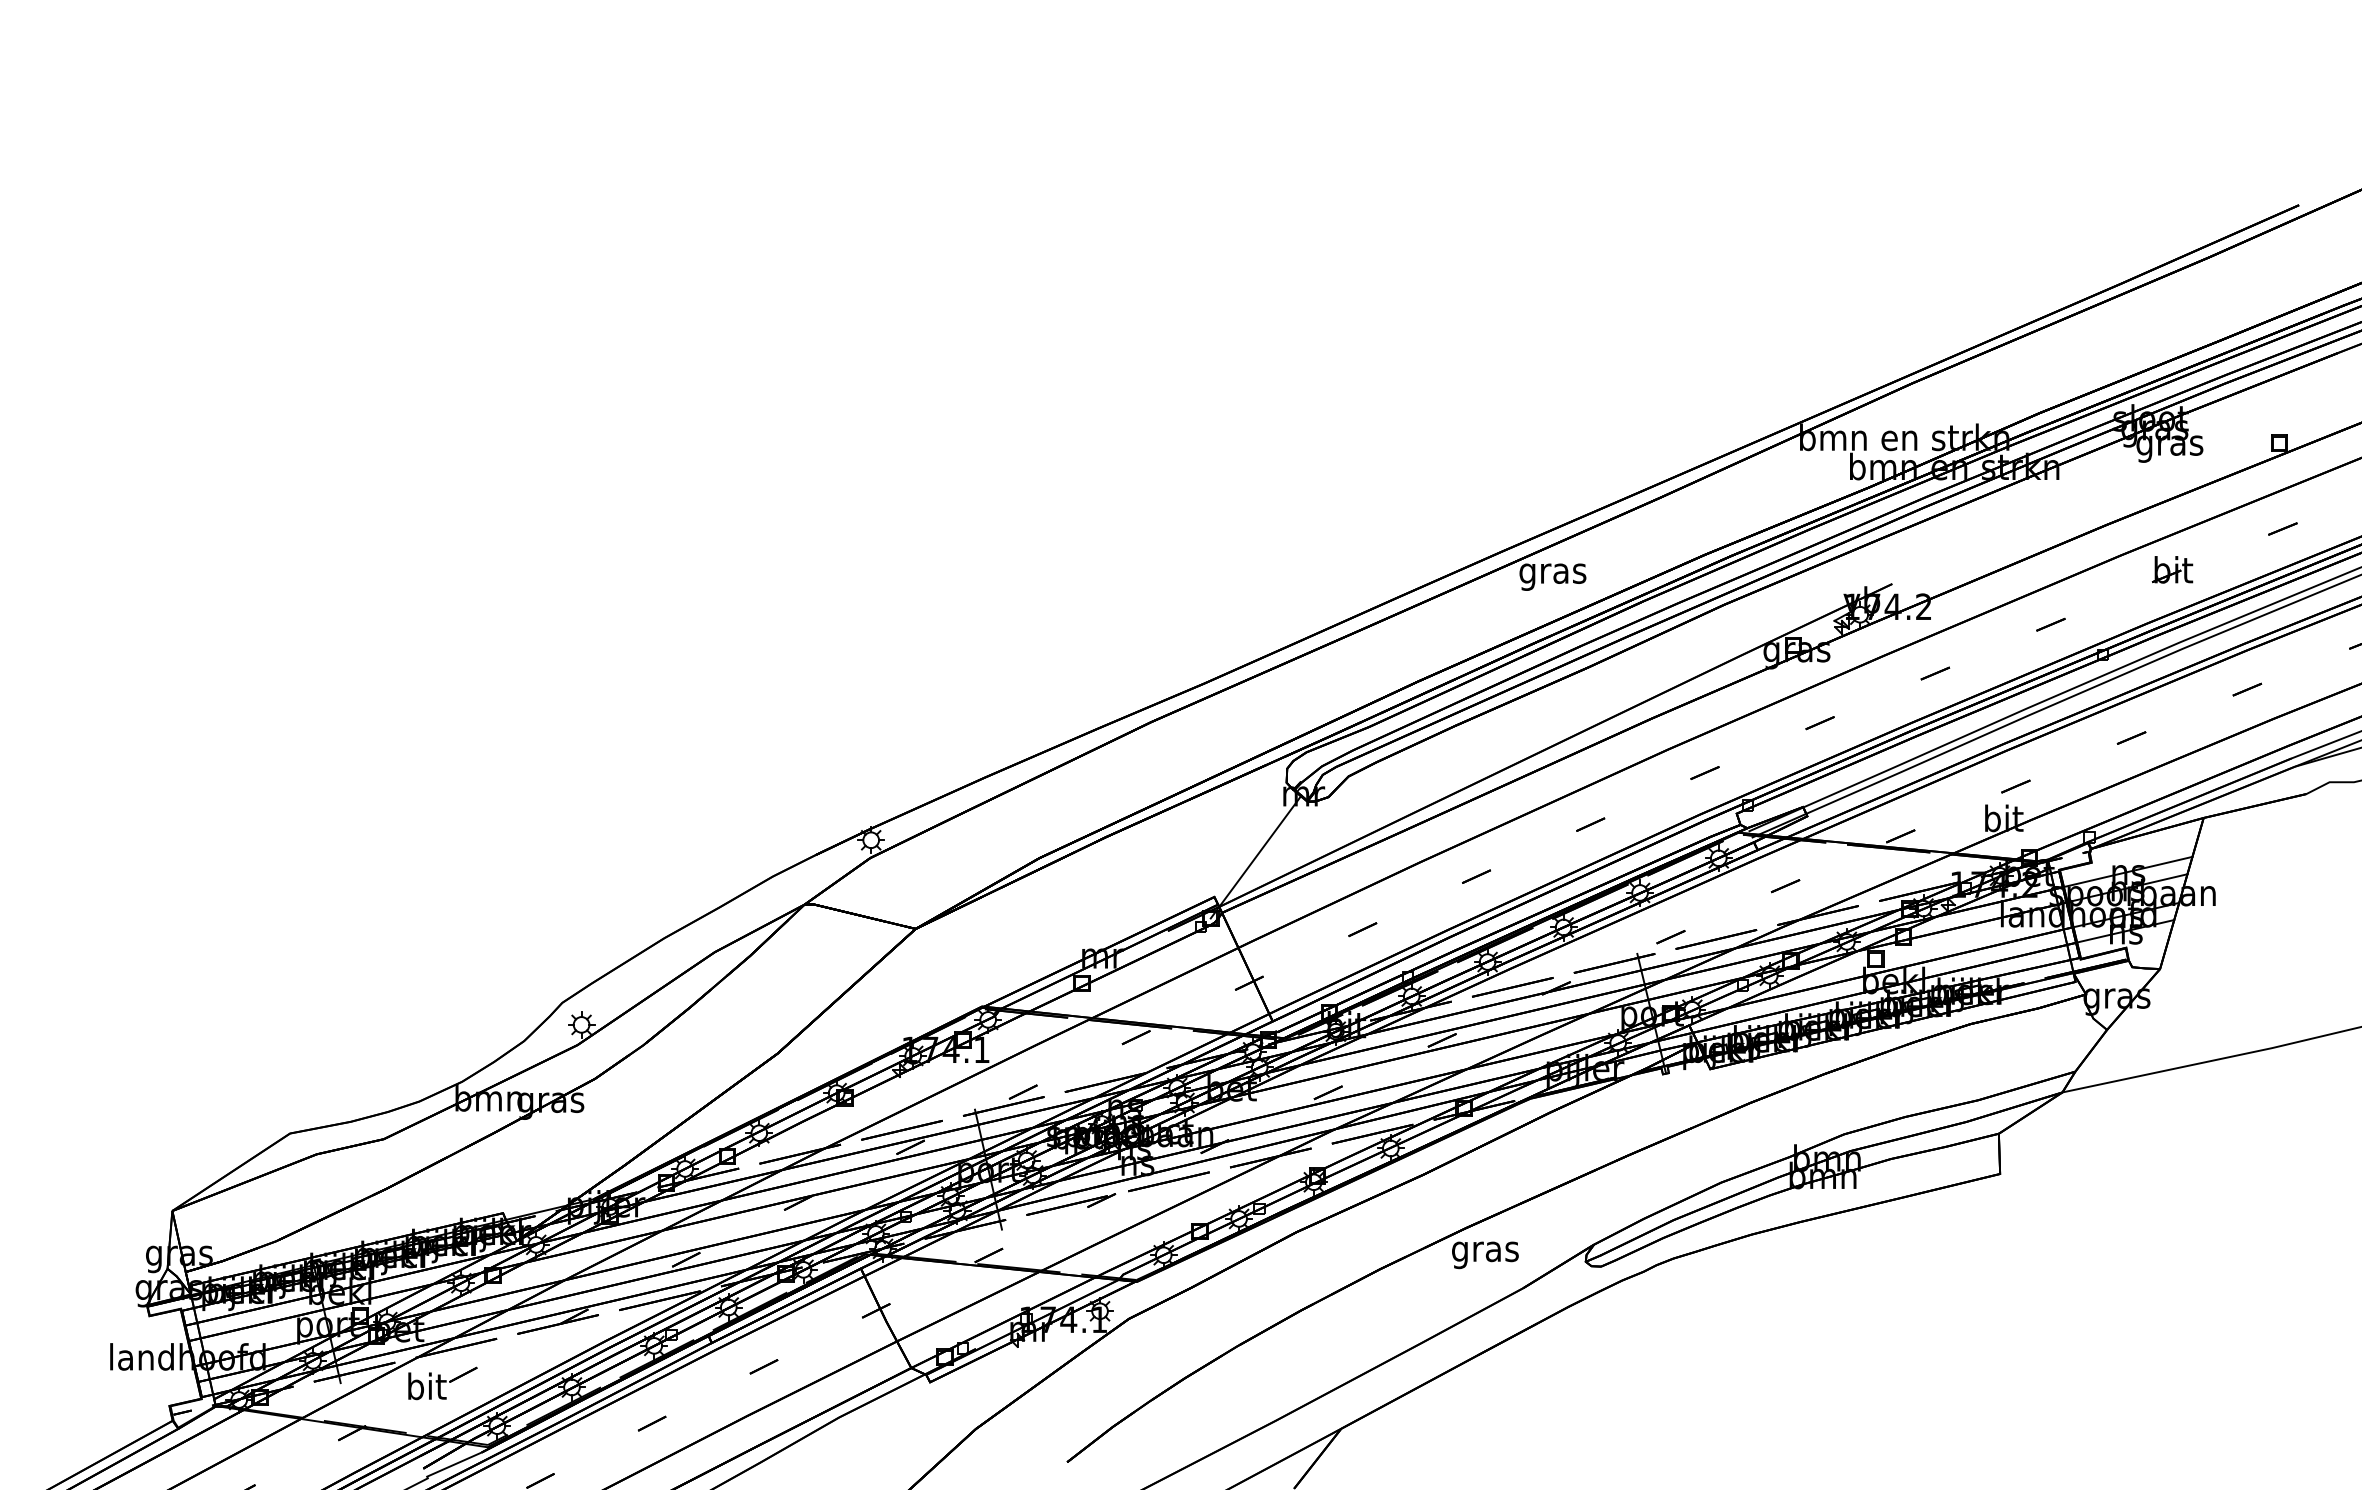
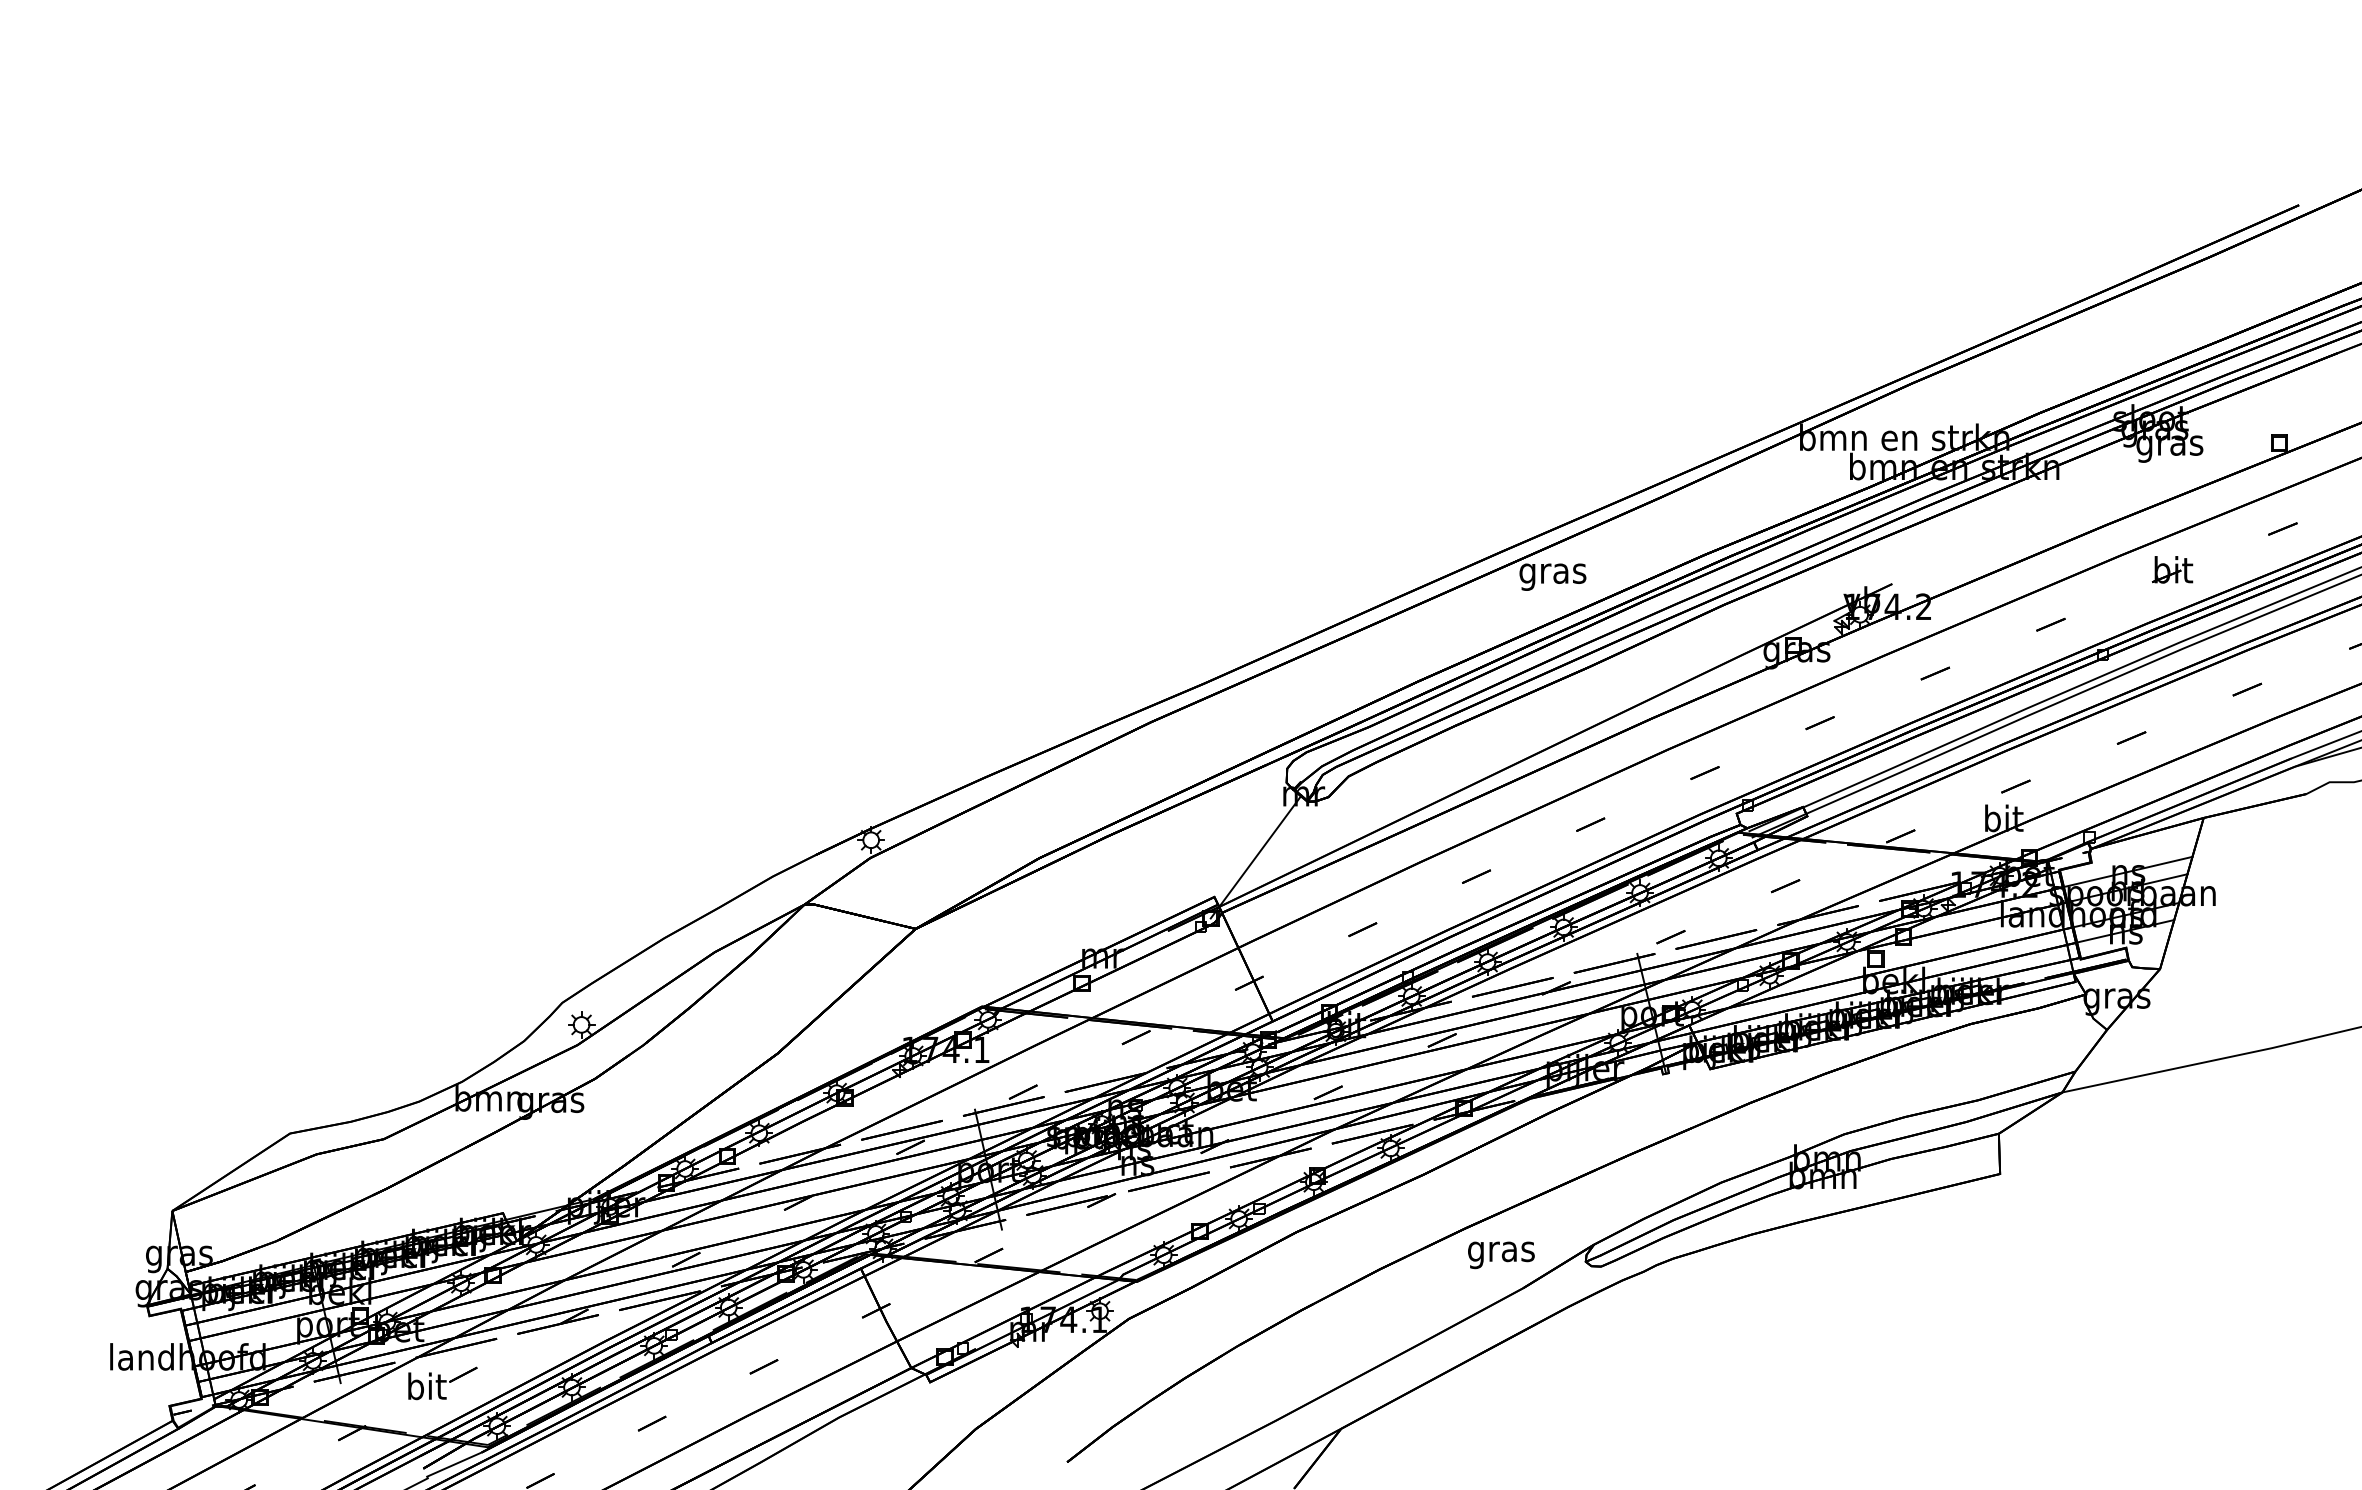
text at (1485, 1255) position: (1485, 1255) -> (1501, 1255)
